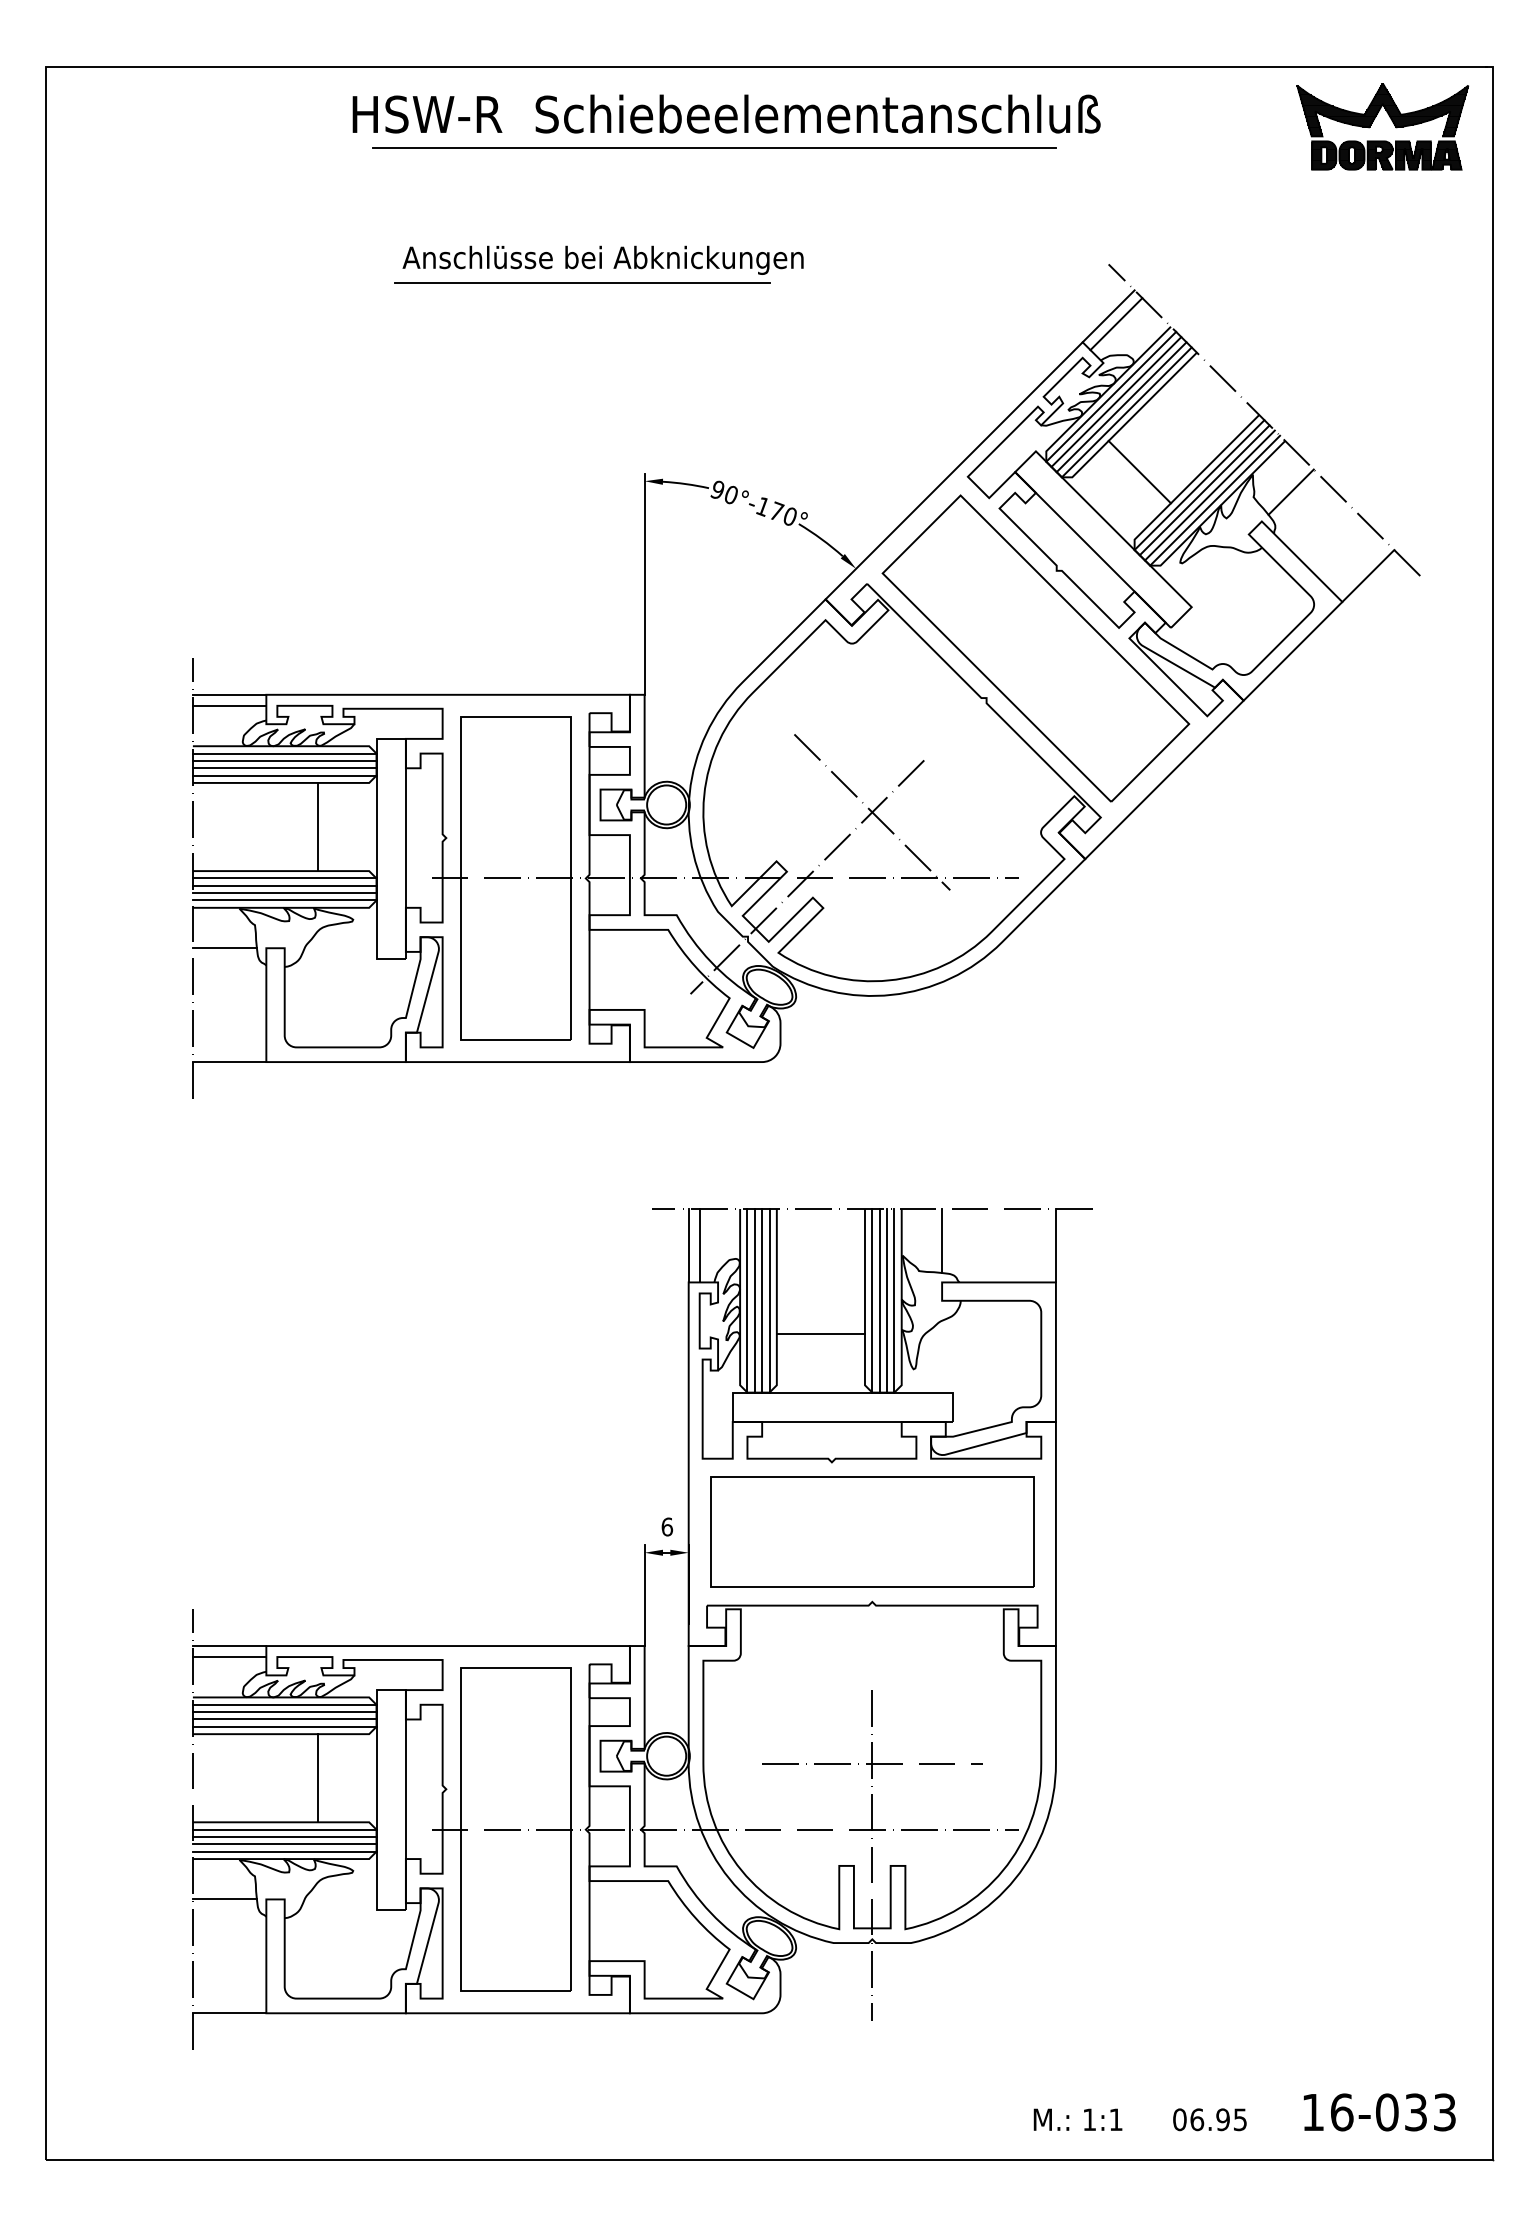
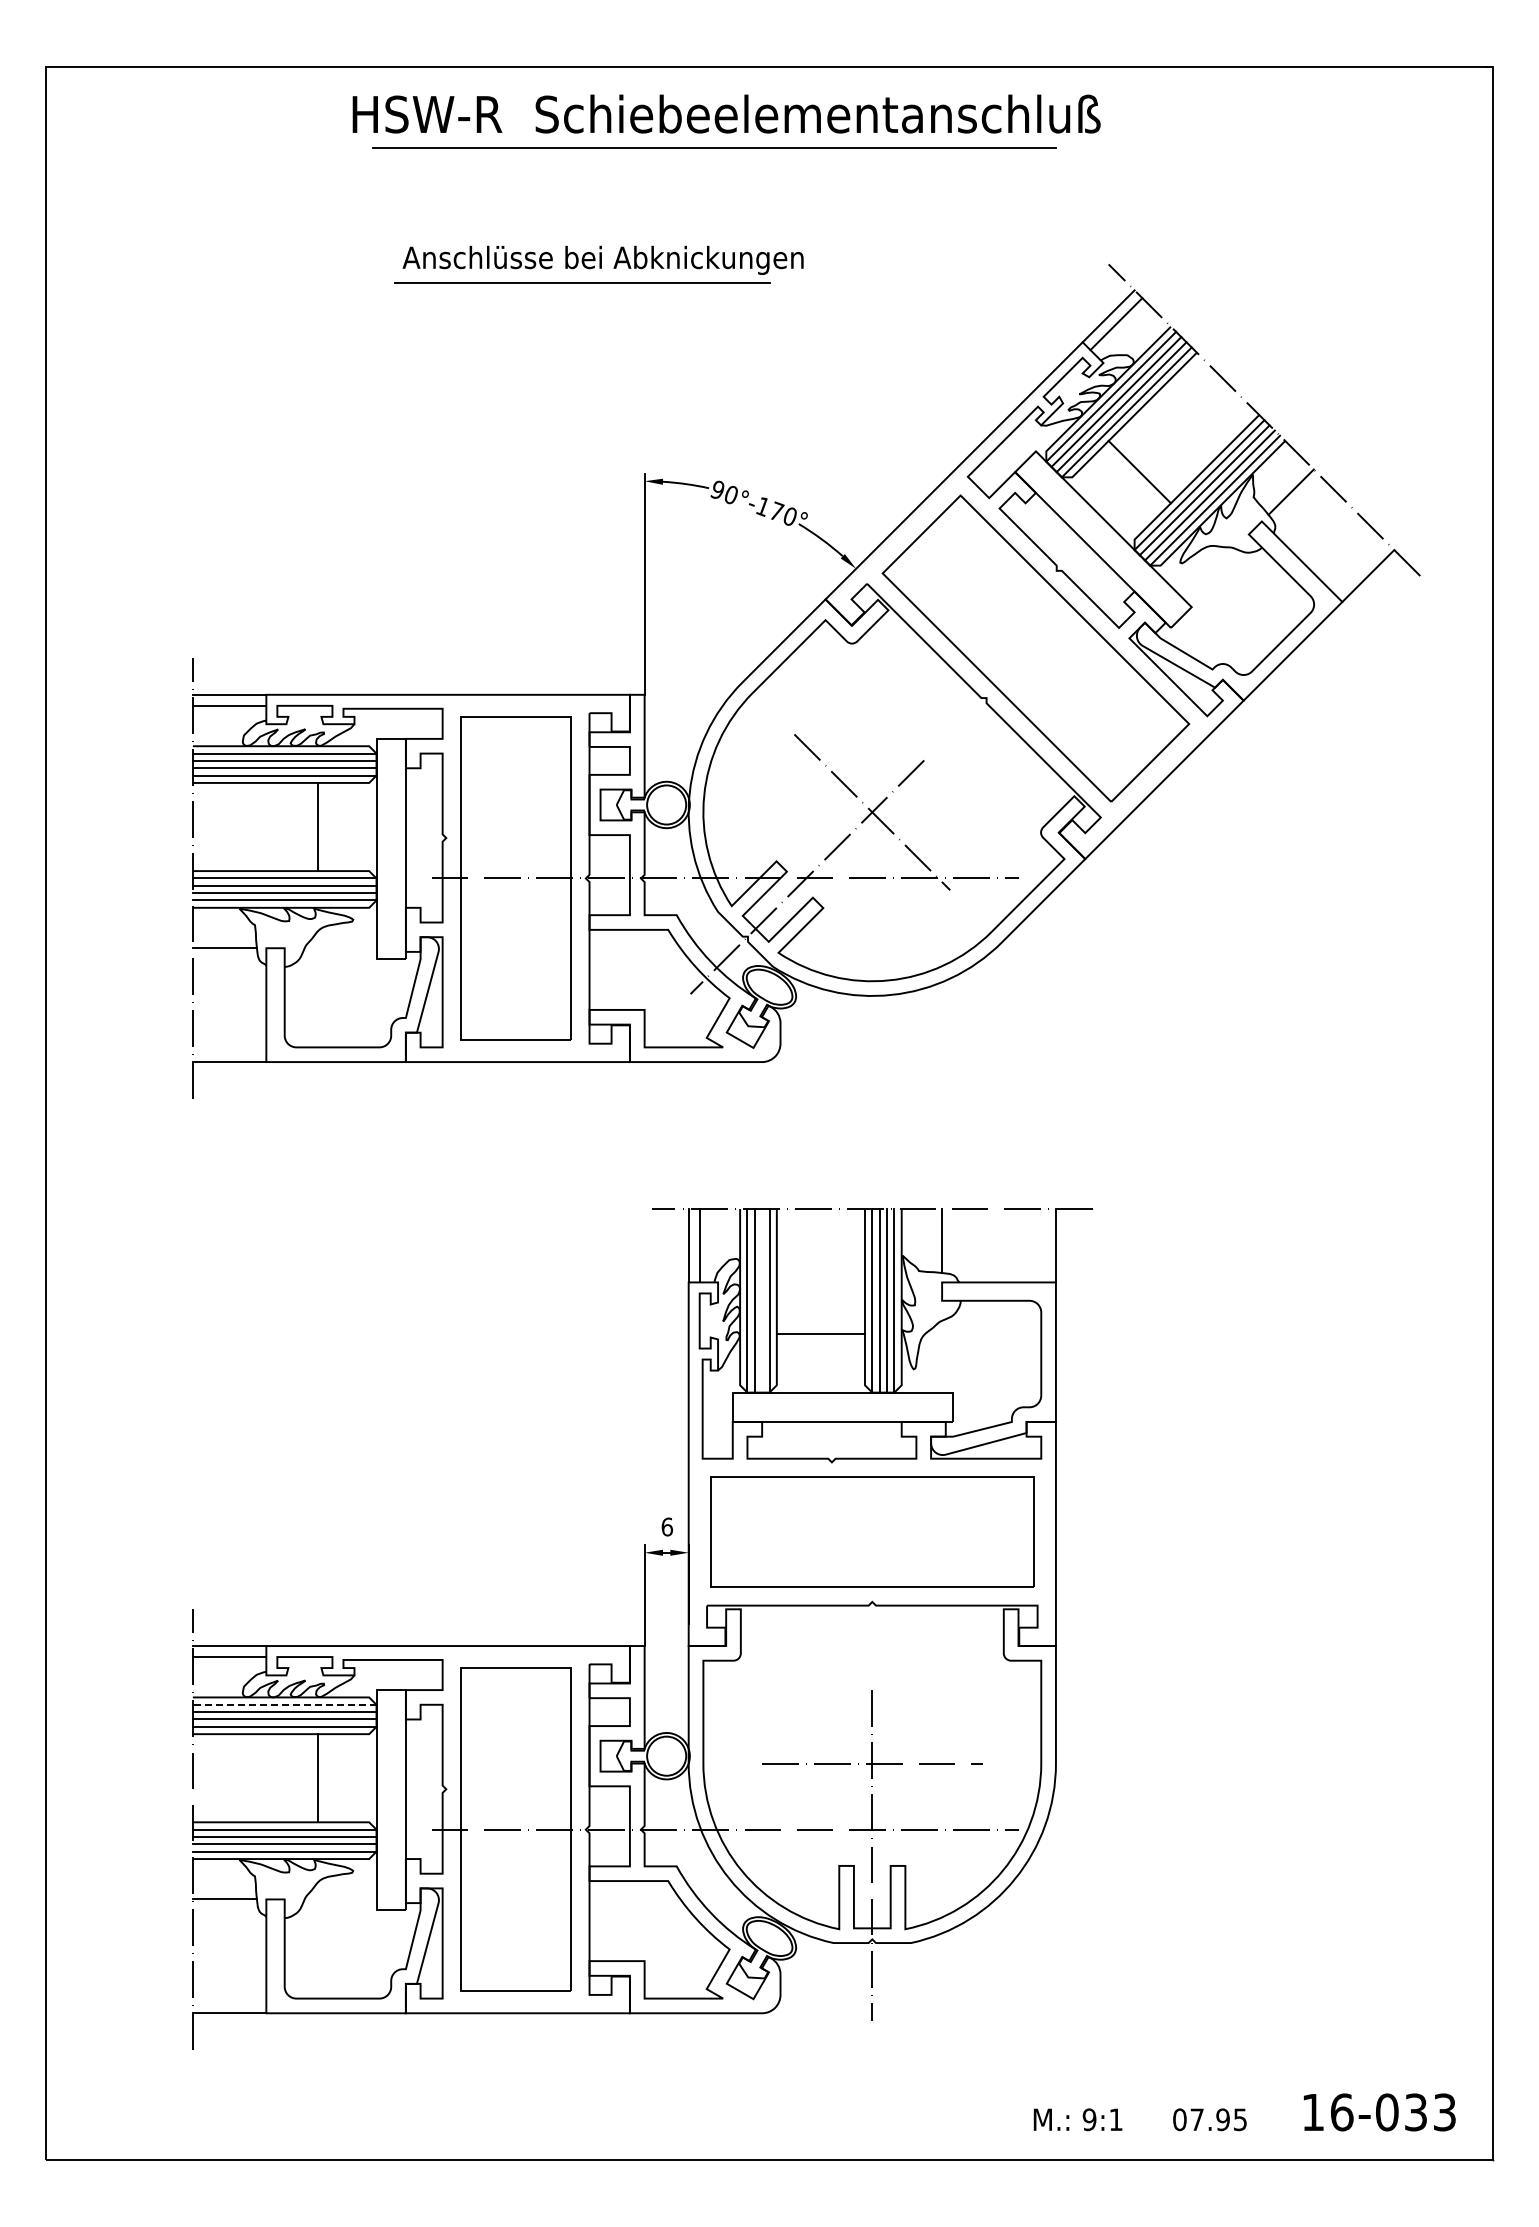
part at (1373, 122): present -> none
line at (762, 1300): present -> none
line at (284, 1704): solid -> dashed
text at (1089, 2119): 1:1 -> 9:1
text at (1197, 2119): 06.95 -> 07.95
